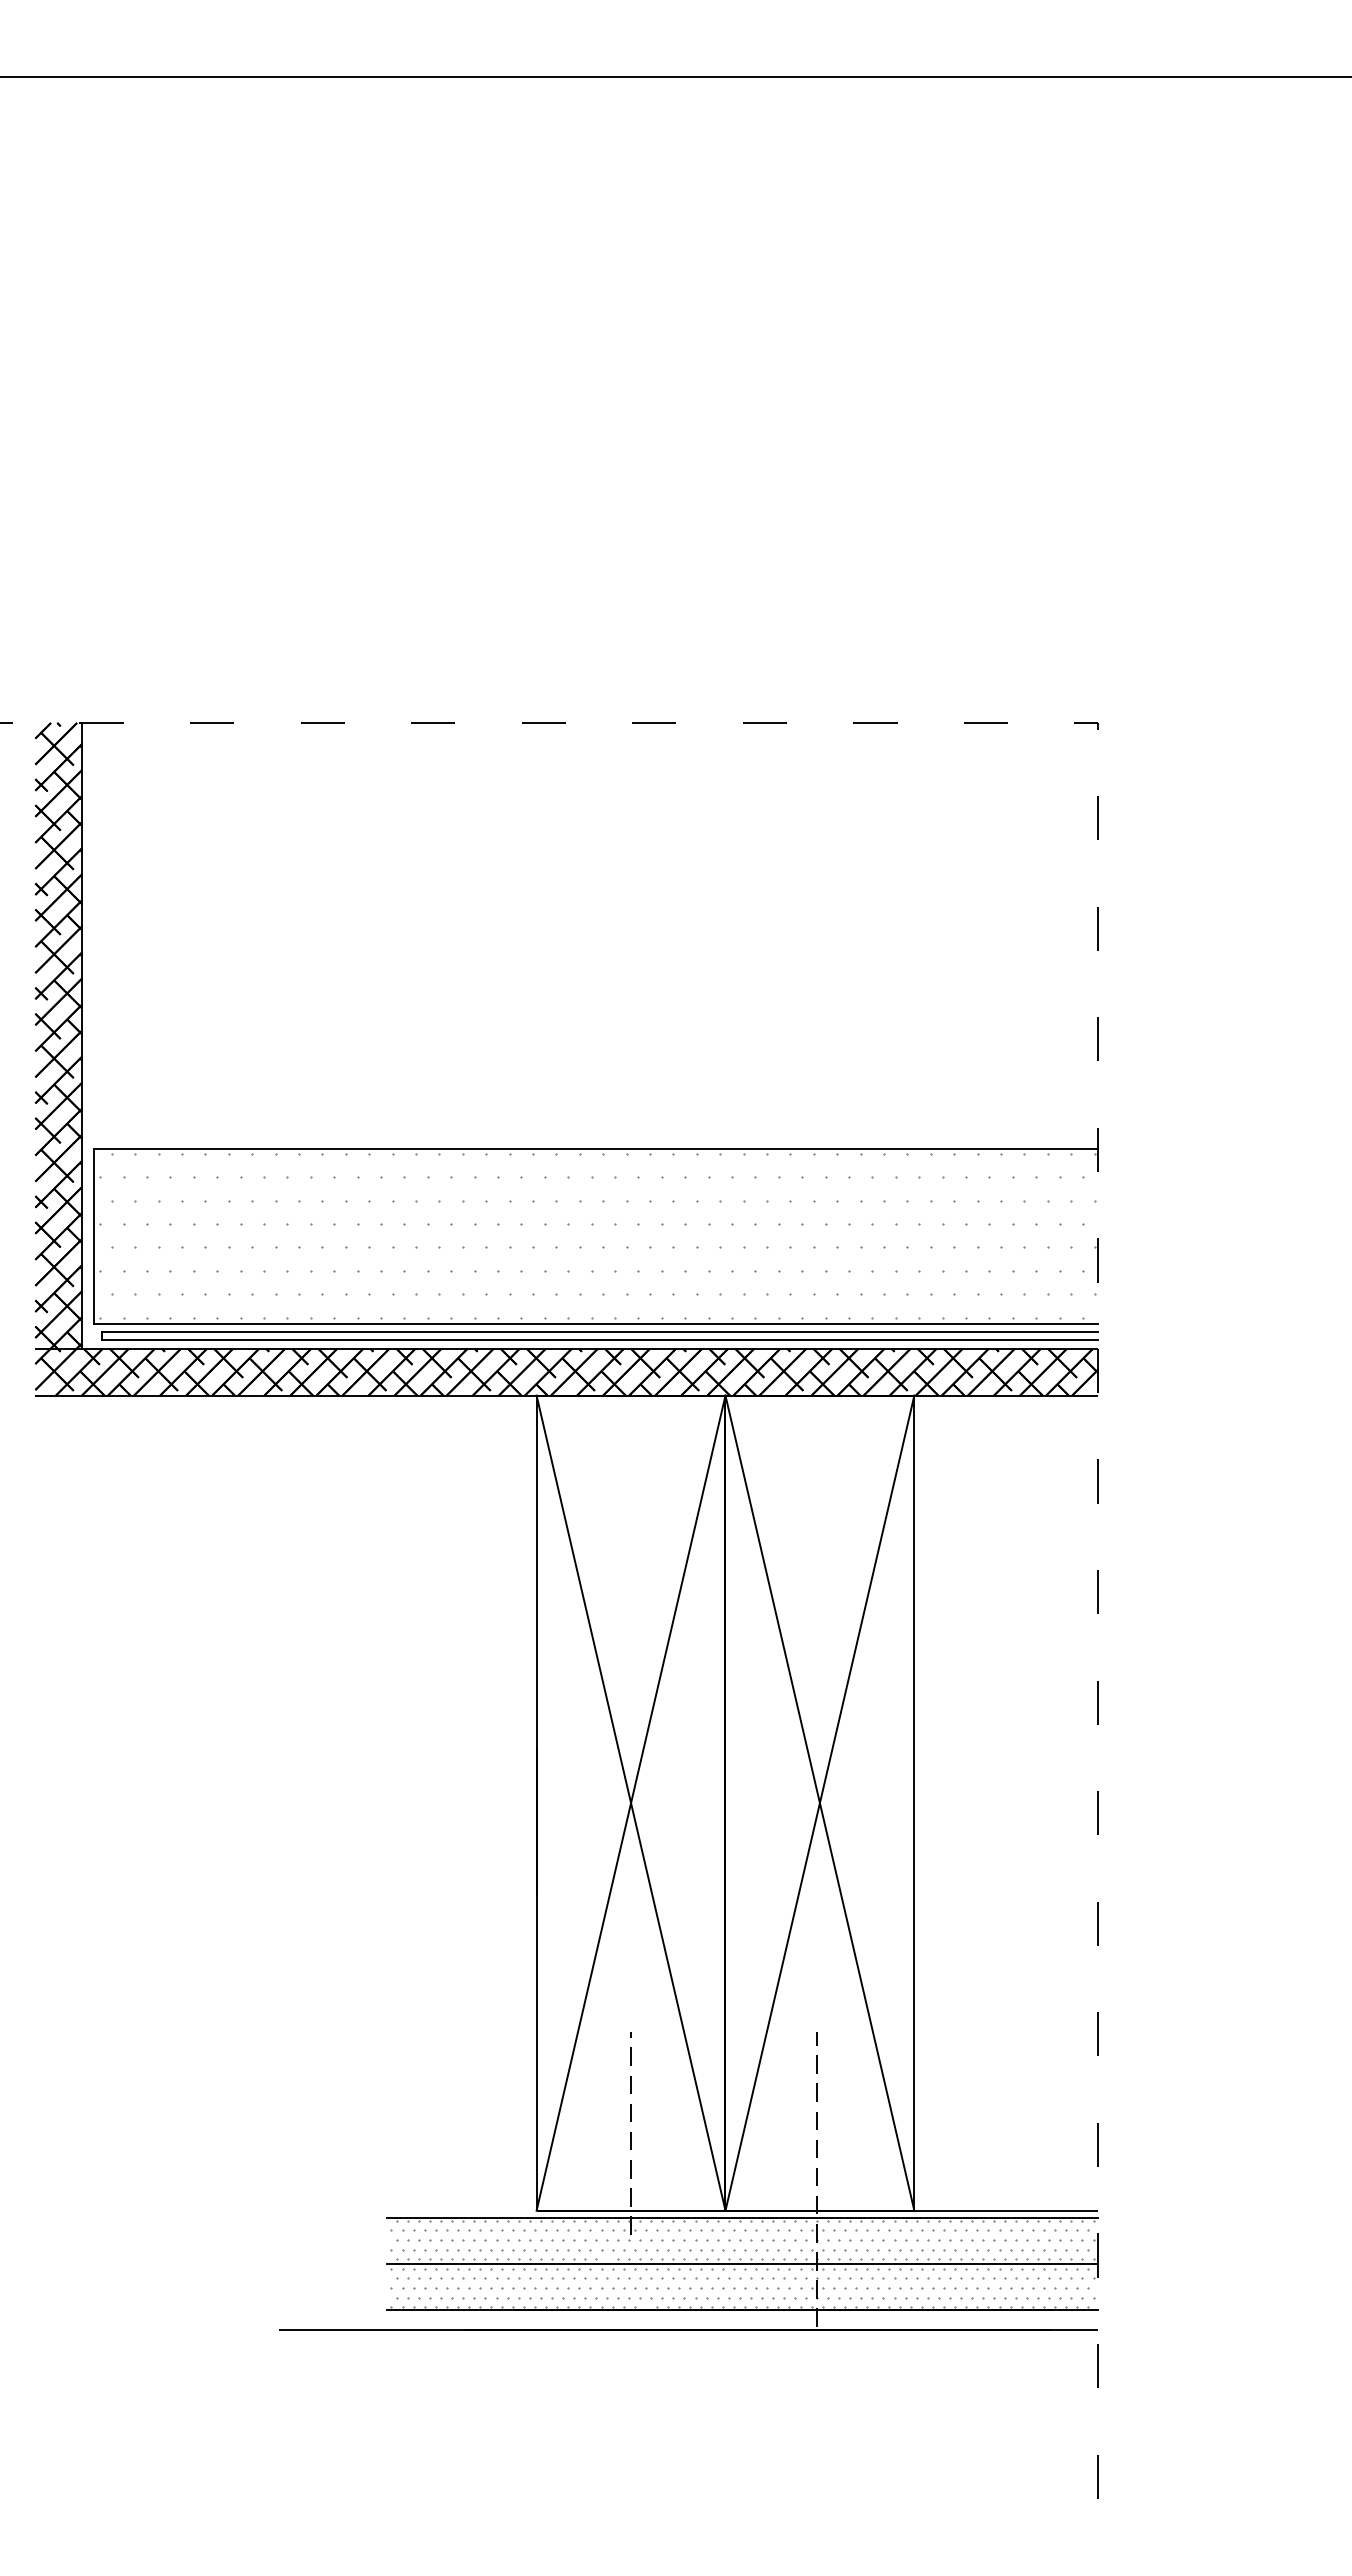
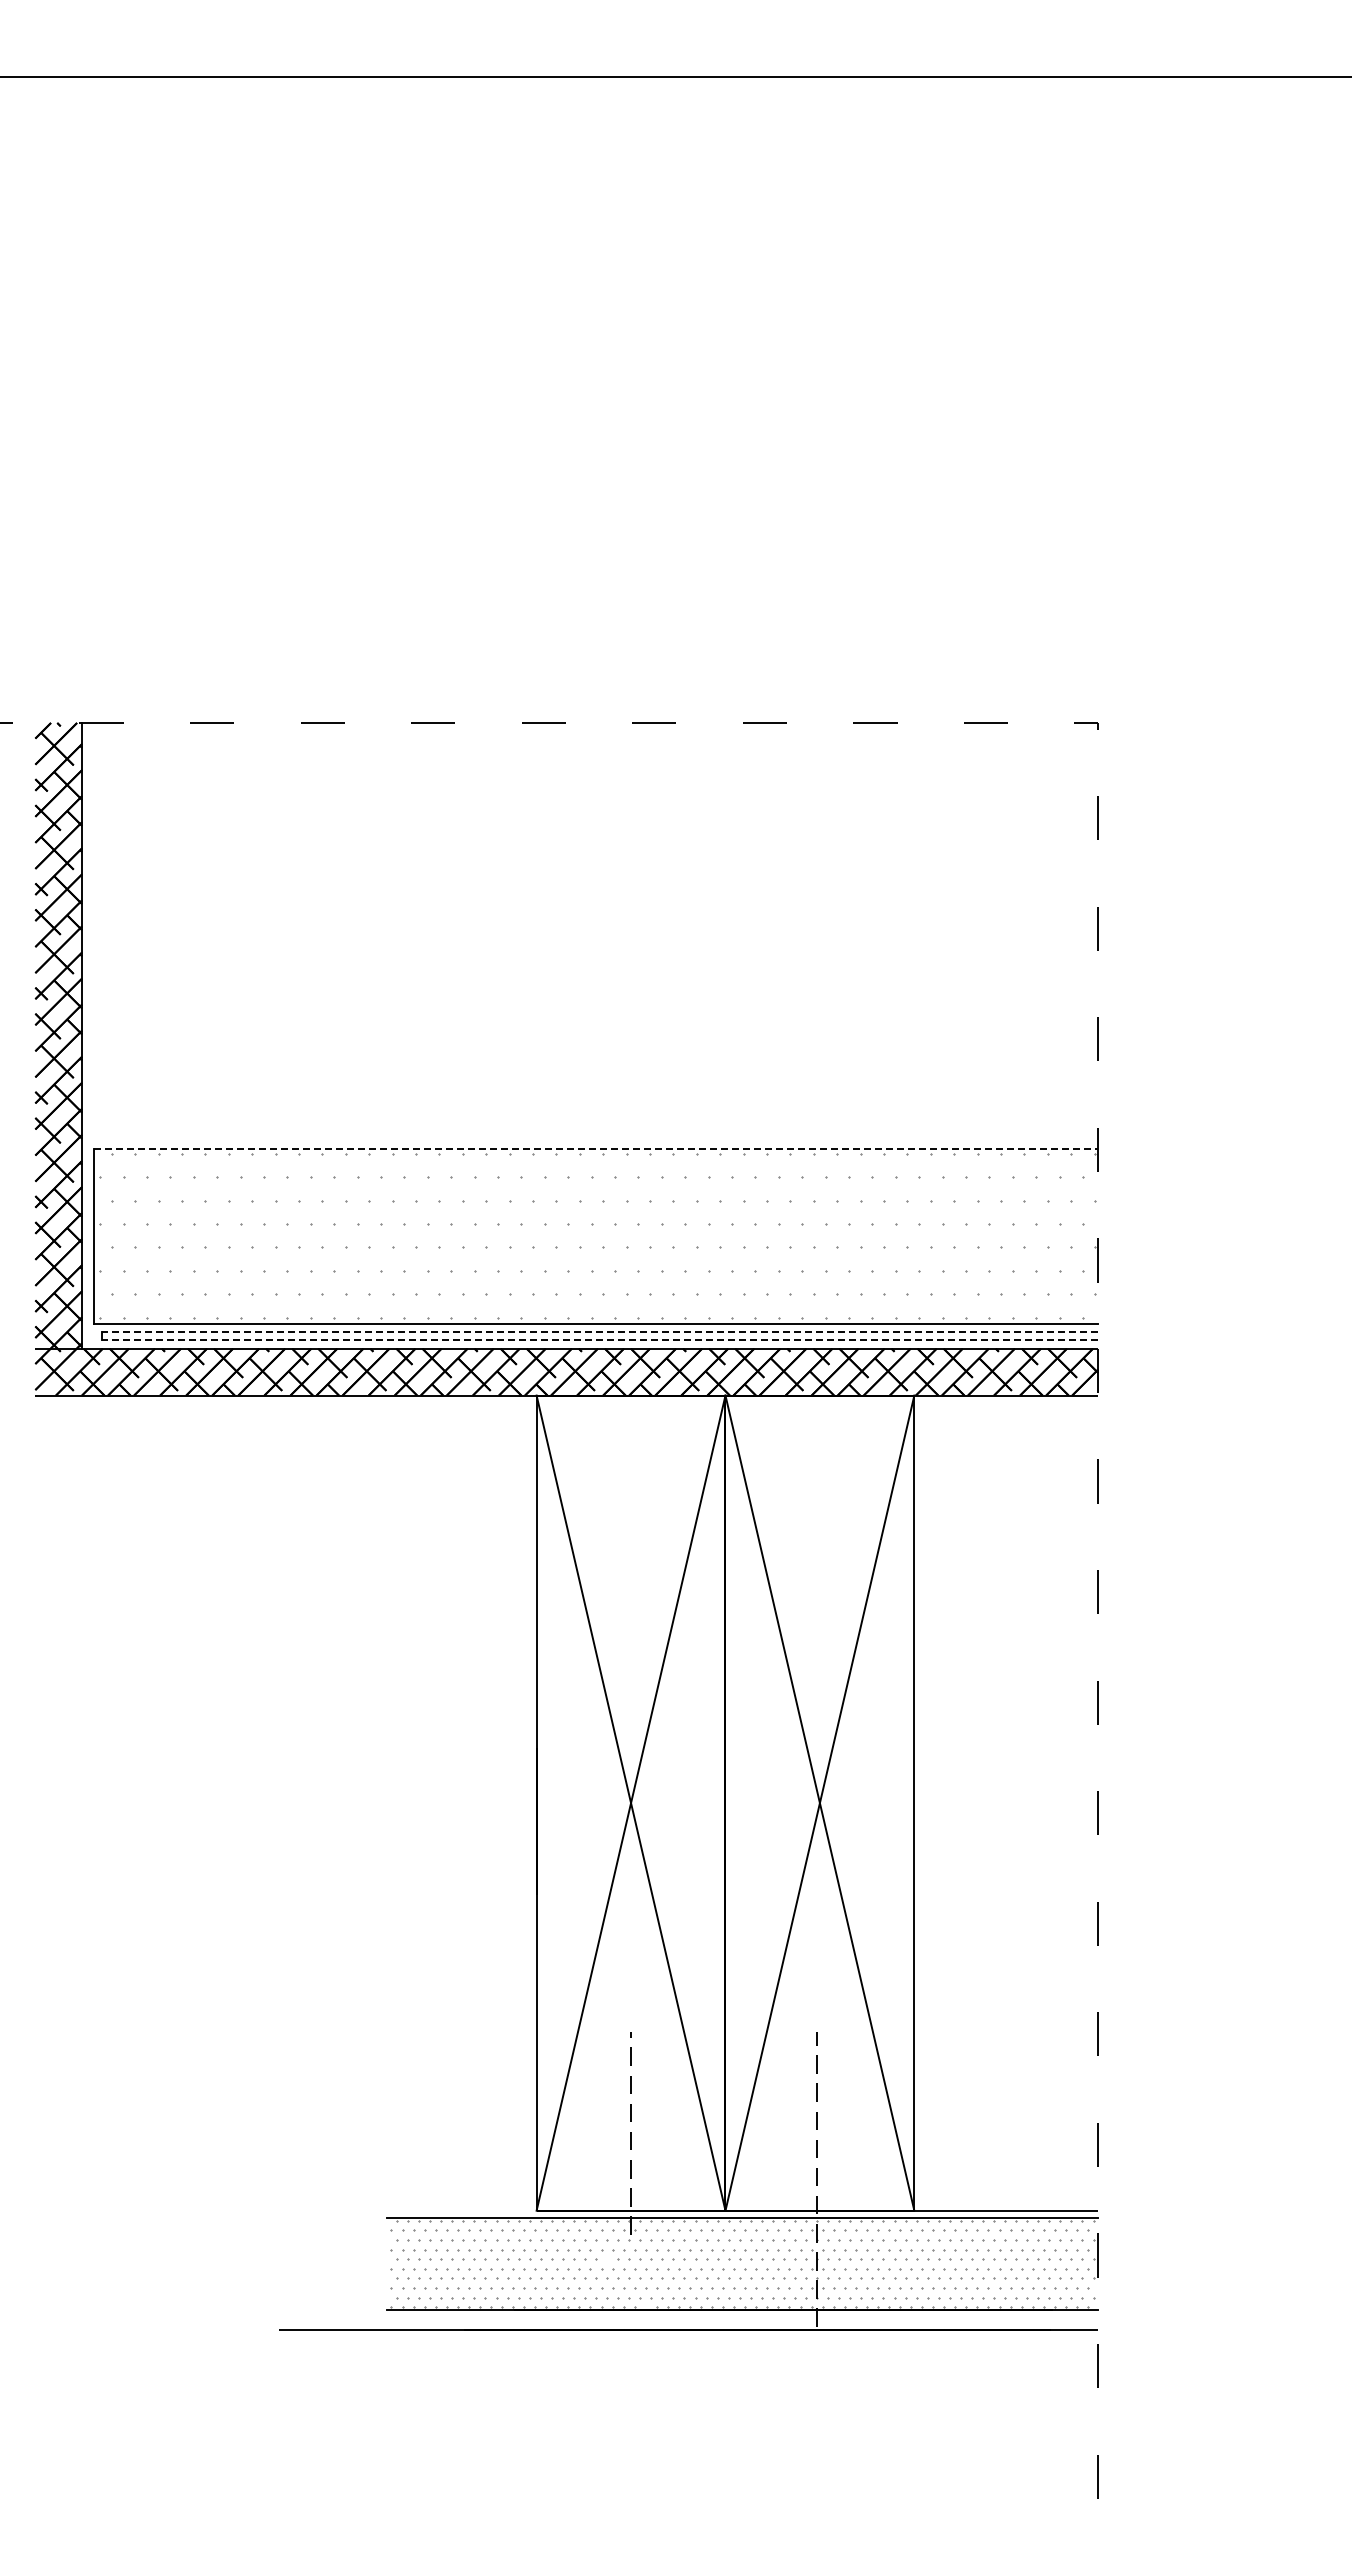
line at (596, 1148): solid -> dashed
line at (599, 1332): solid -> dashed
line at (599, 1339): solid -> dashed
line at (742, 2264): present -> none
